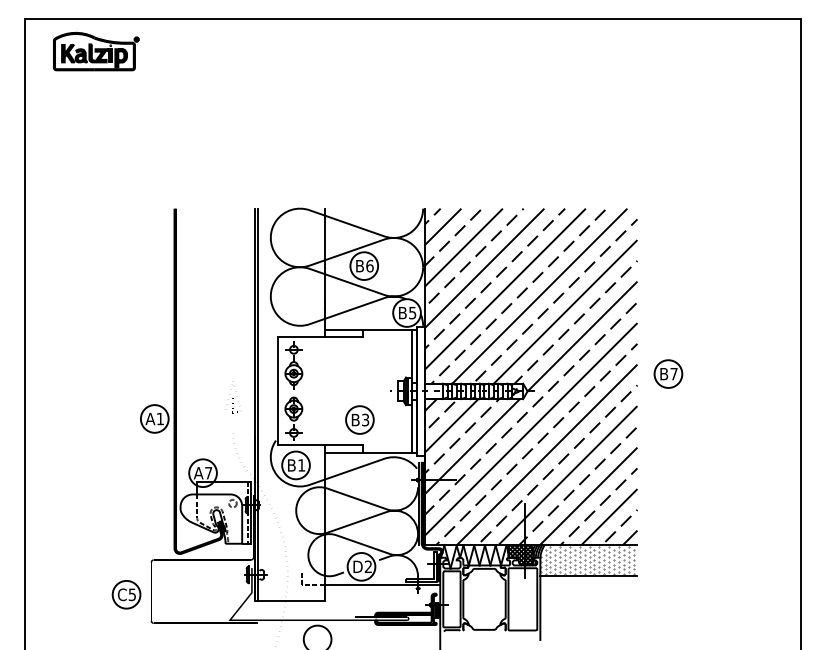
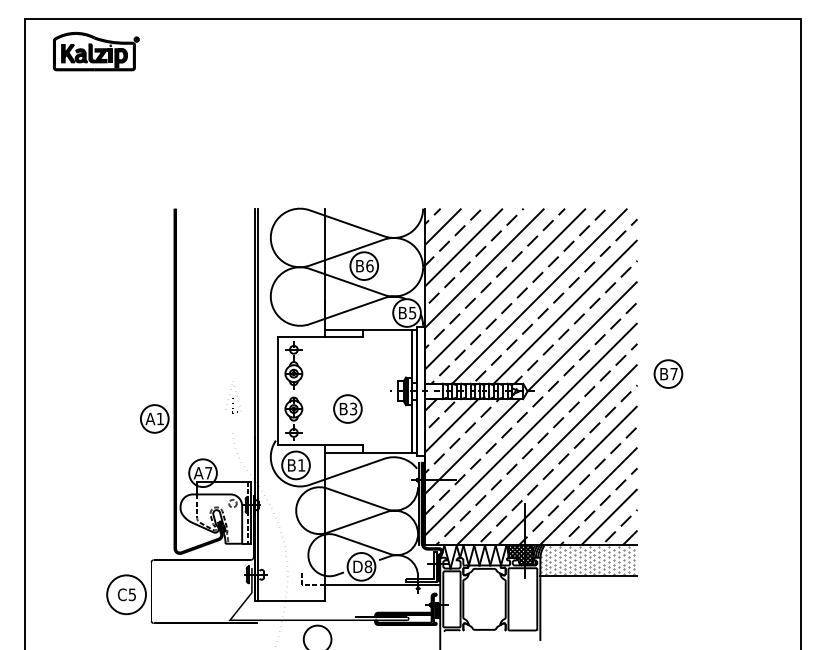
part at (359, 419) position: (359, 419) -> (347, 408)
text at (368, 566): D2 -> D8
circle at (126, 594) diameter: 28 px -> 39 px
